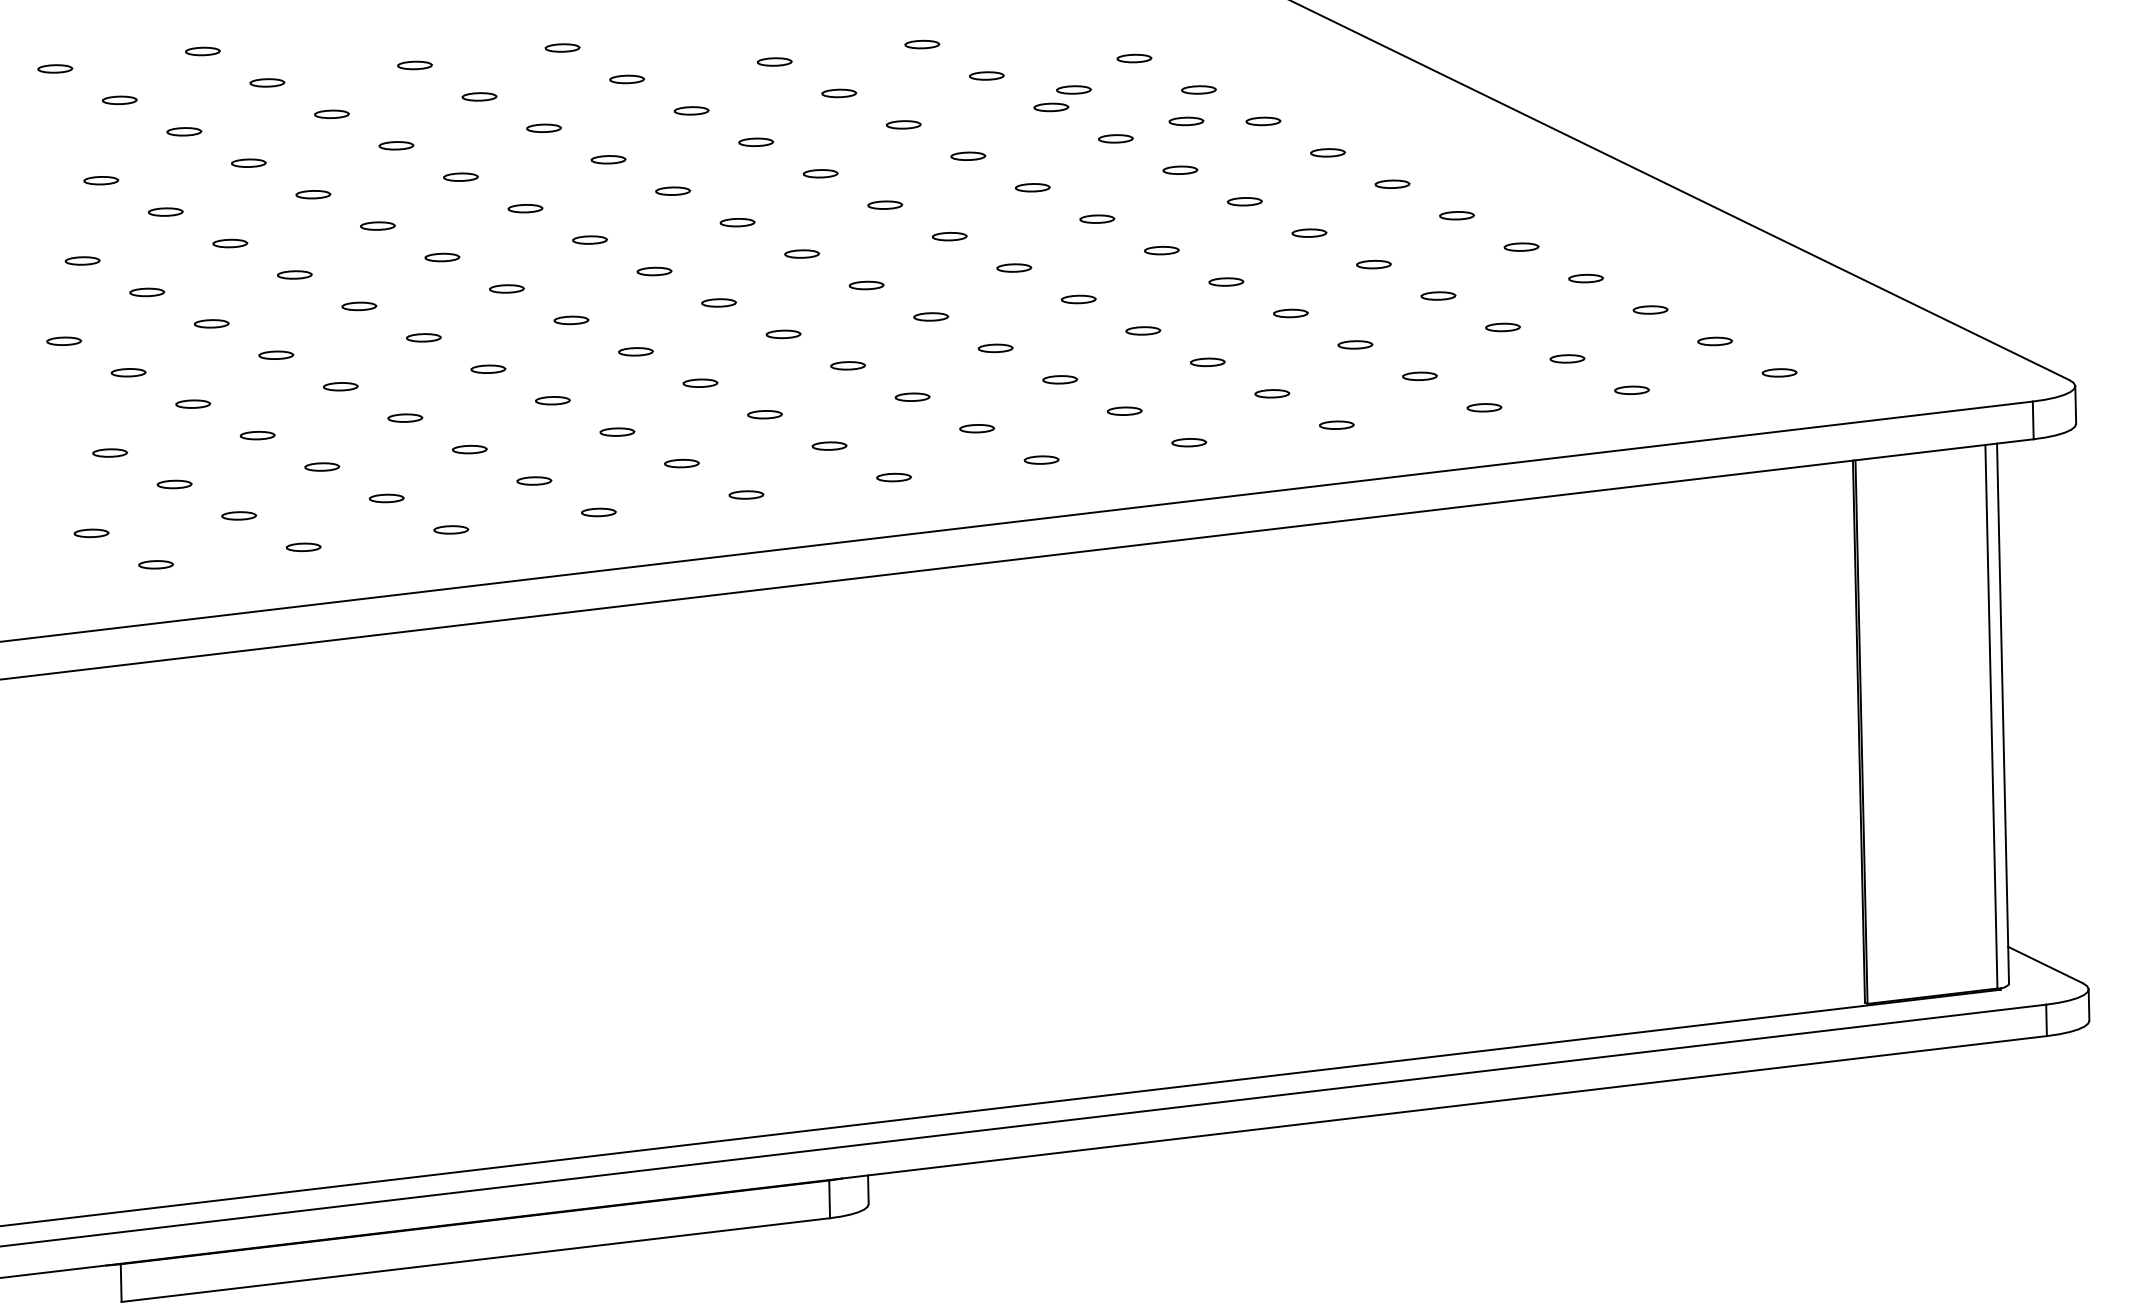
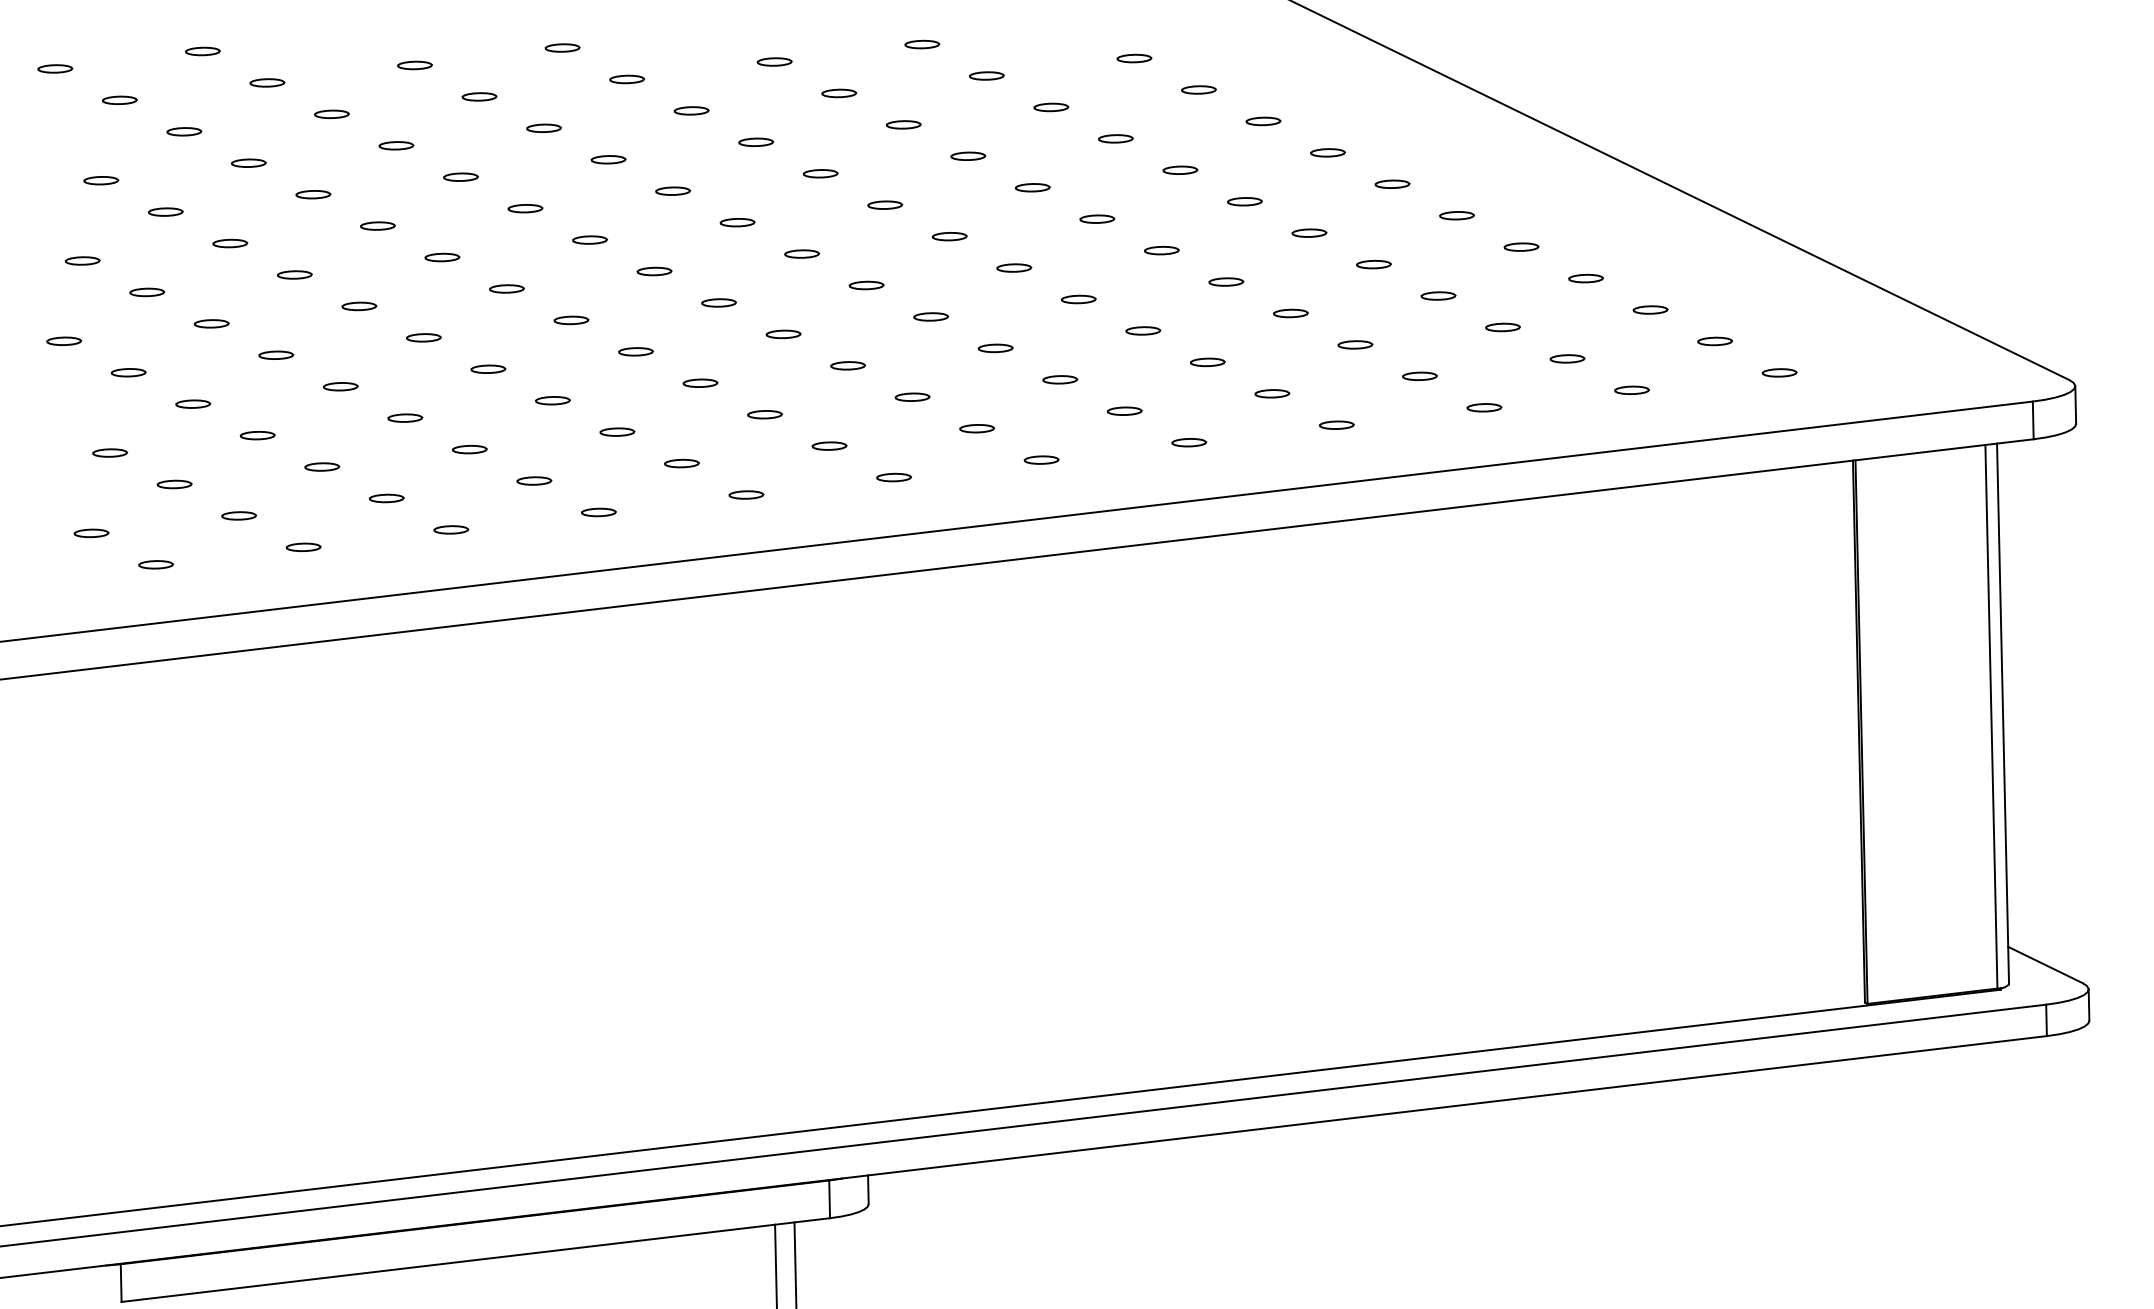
part at (1073, 89): present -> none
part at (1186, 121): present -> none
line at (795, 1263): none -> present
line at (775, 1264): none -> present
